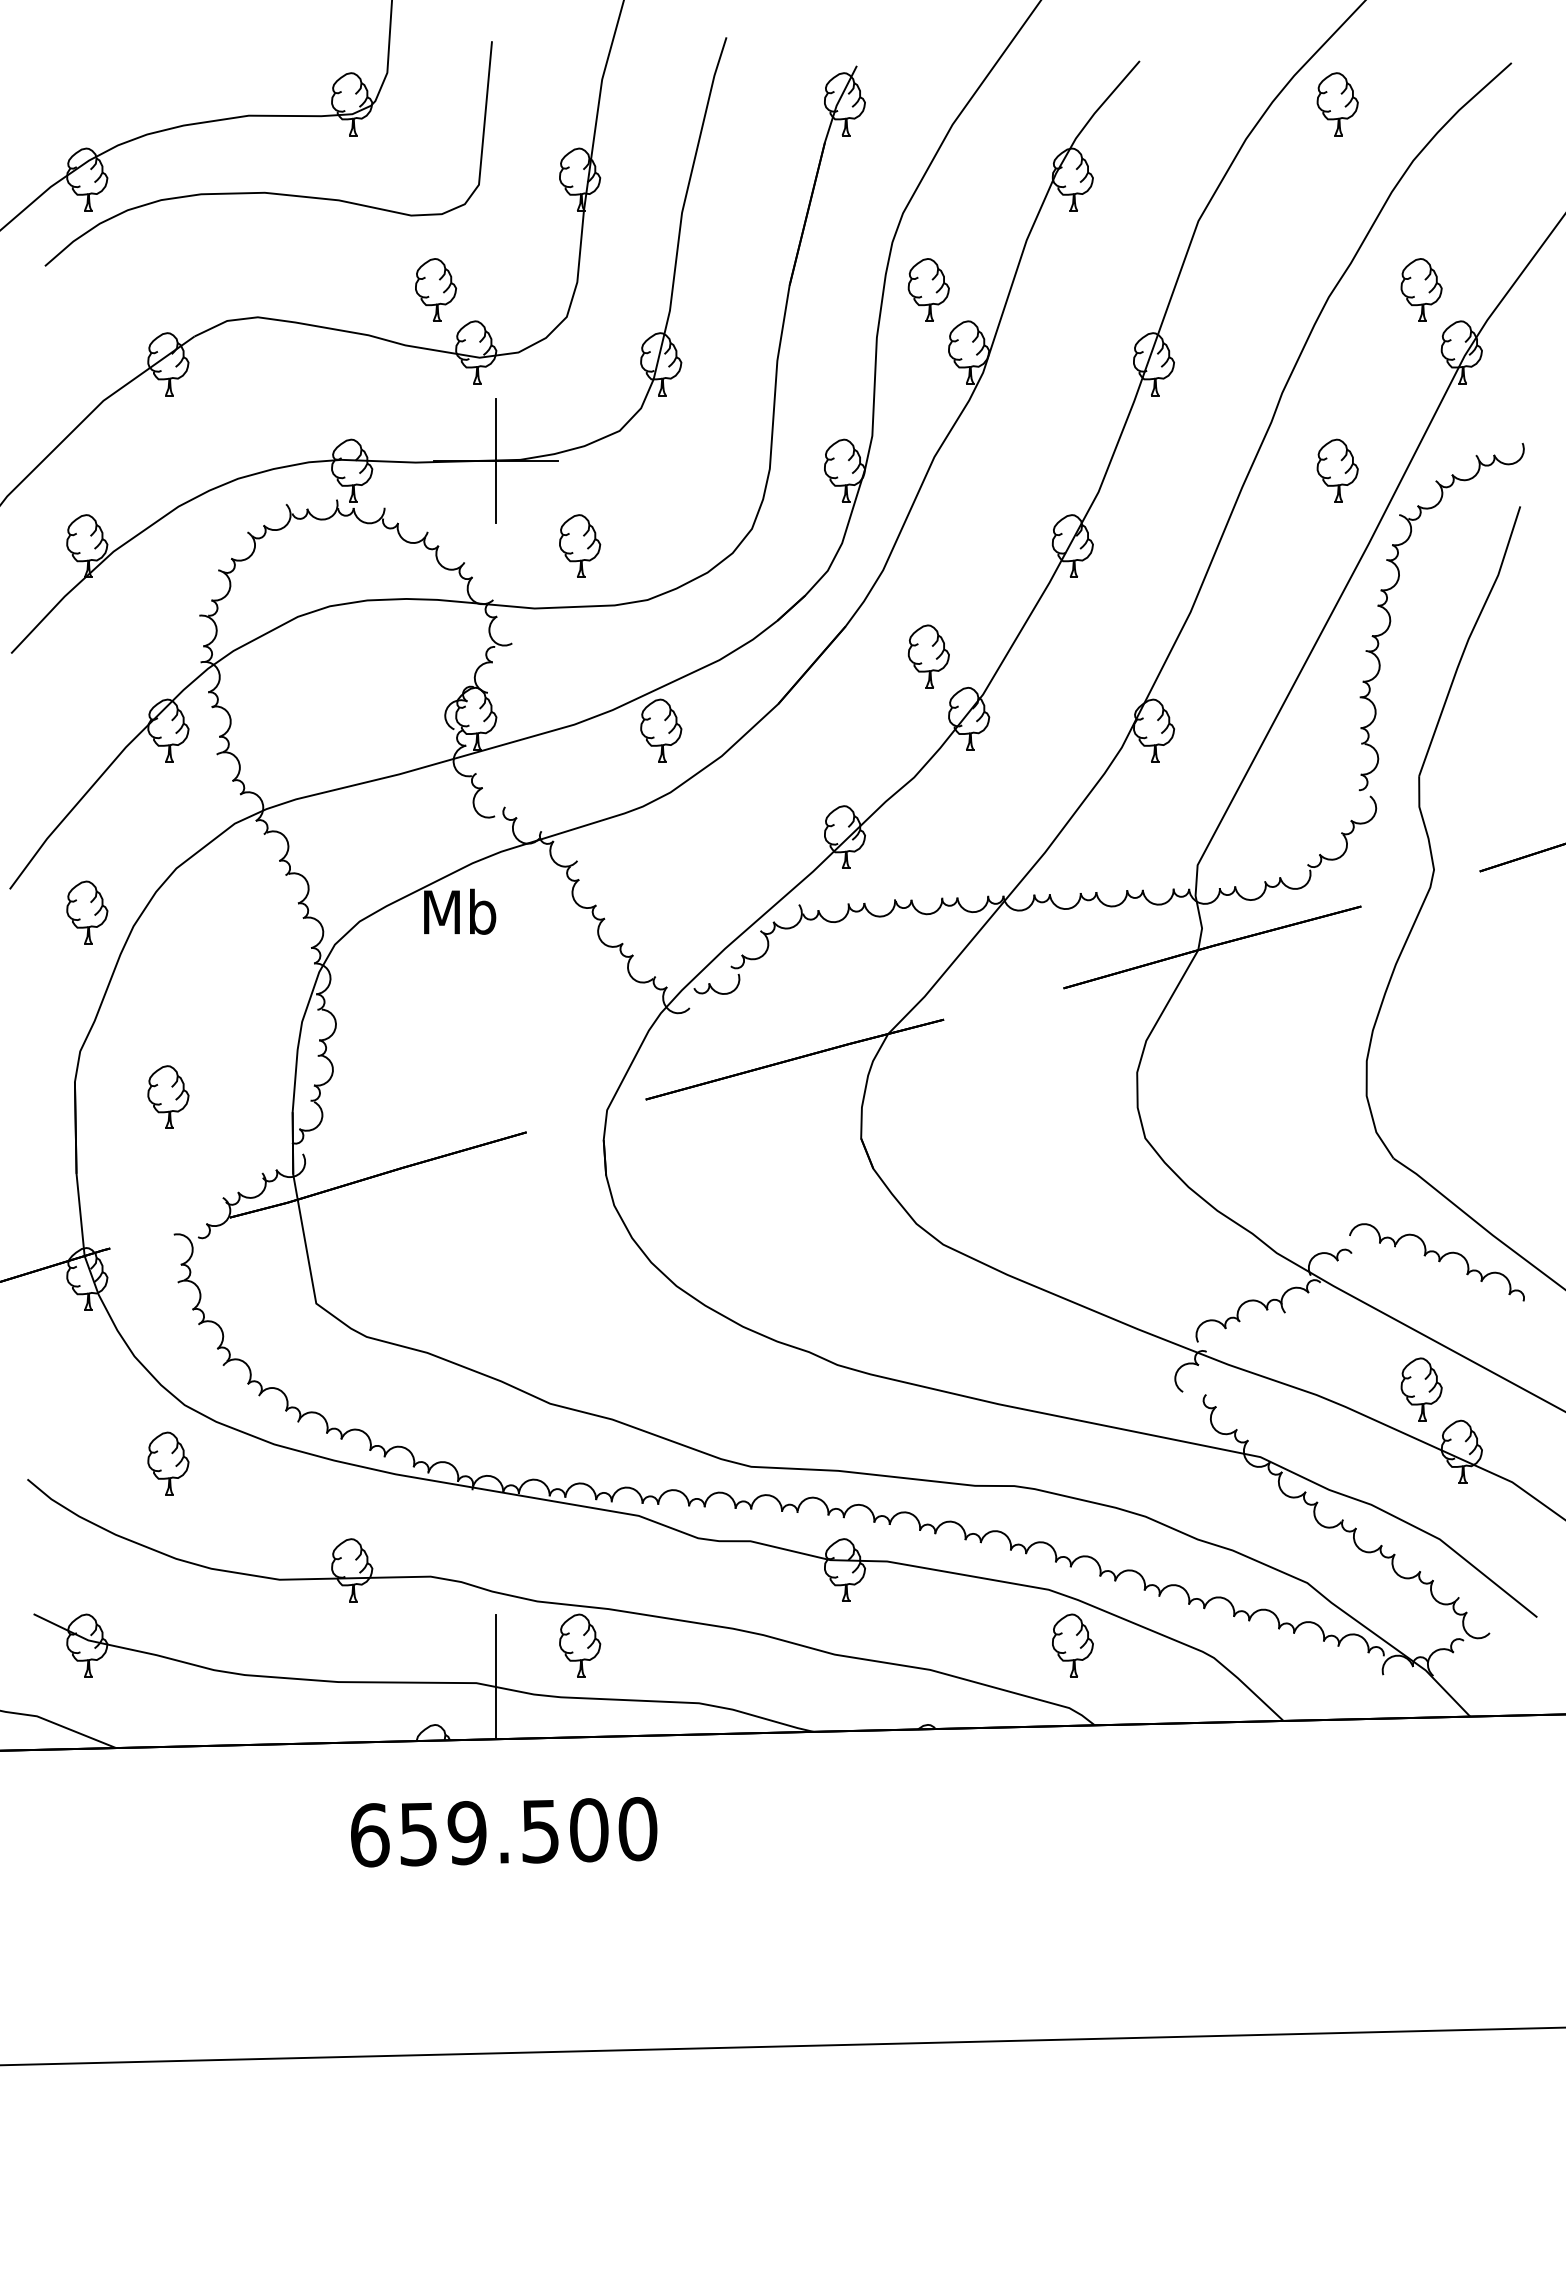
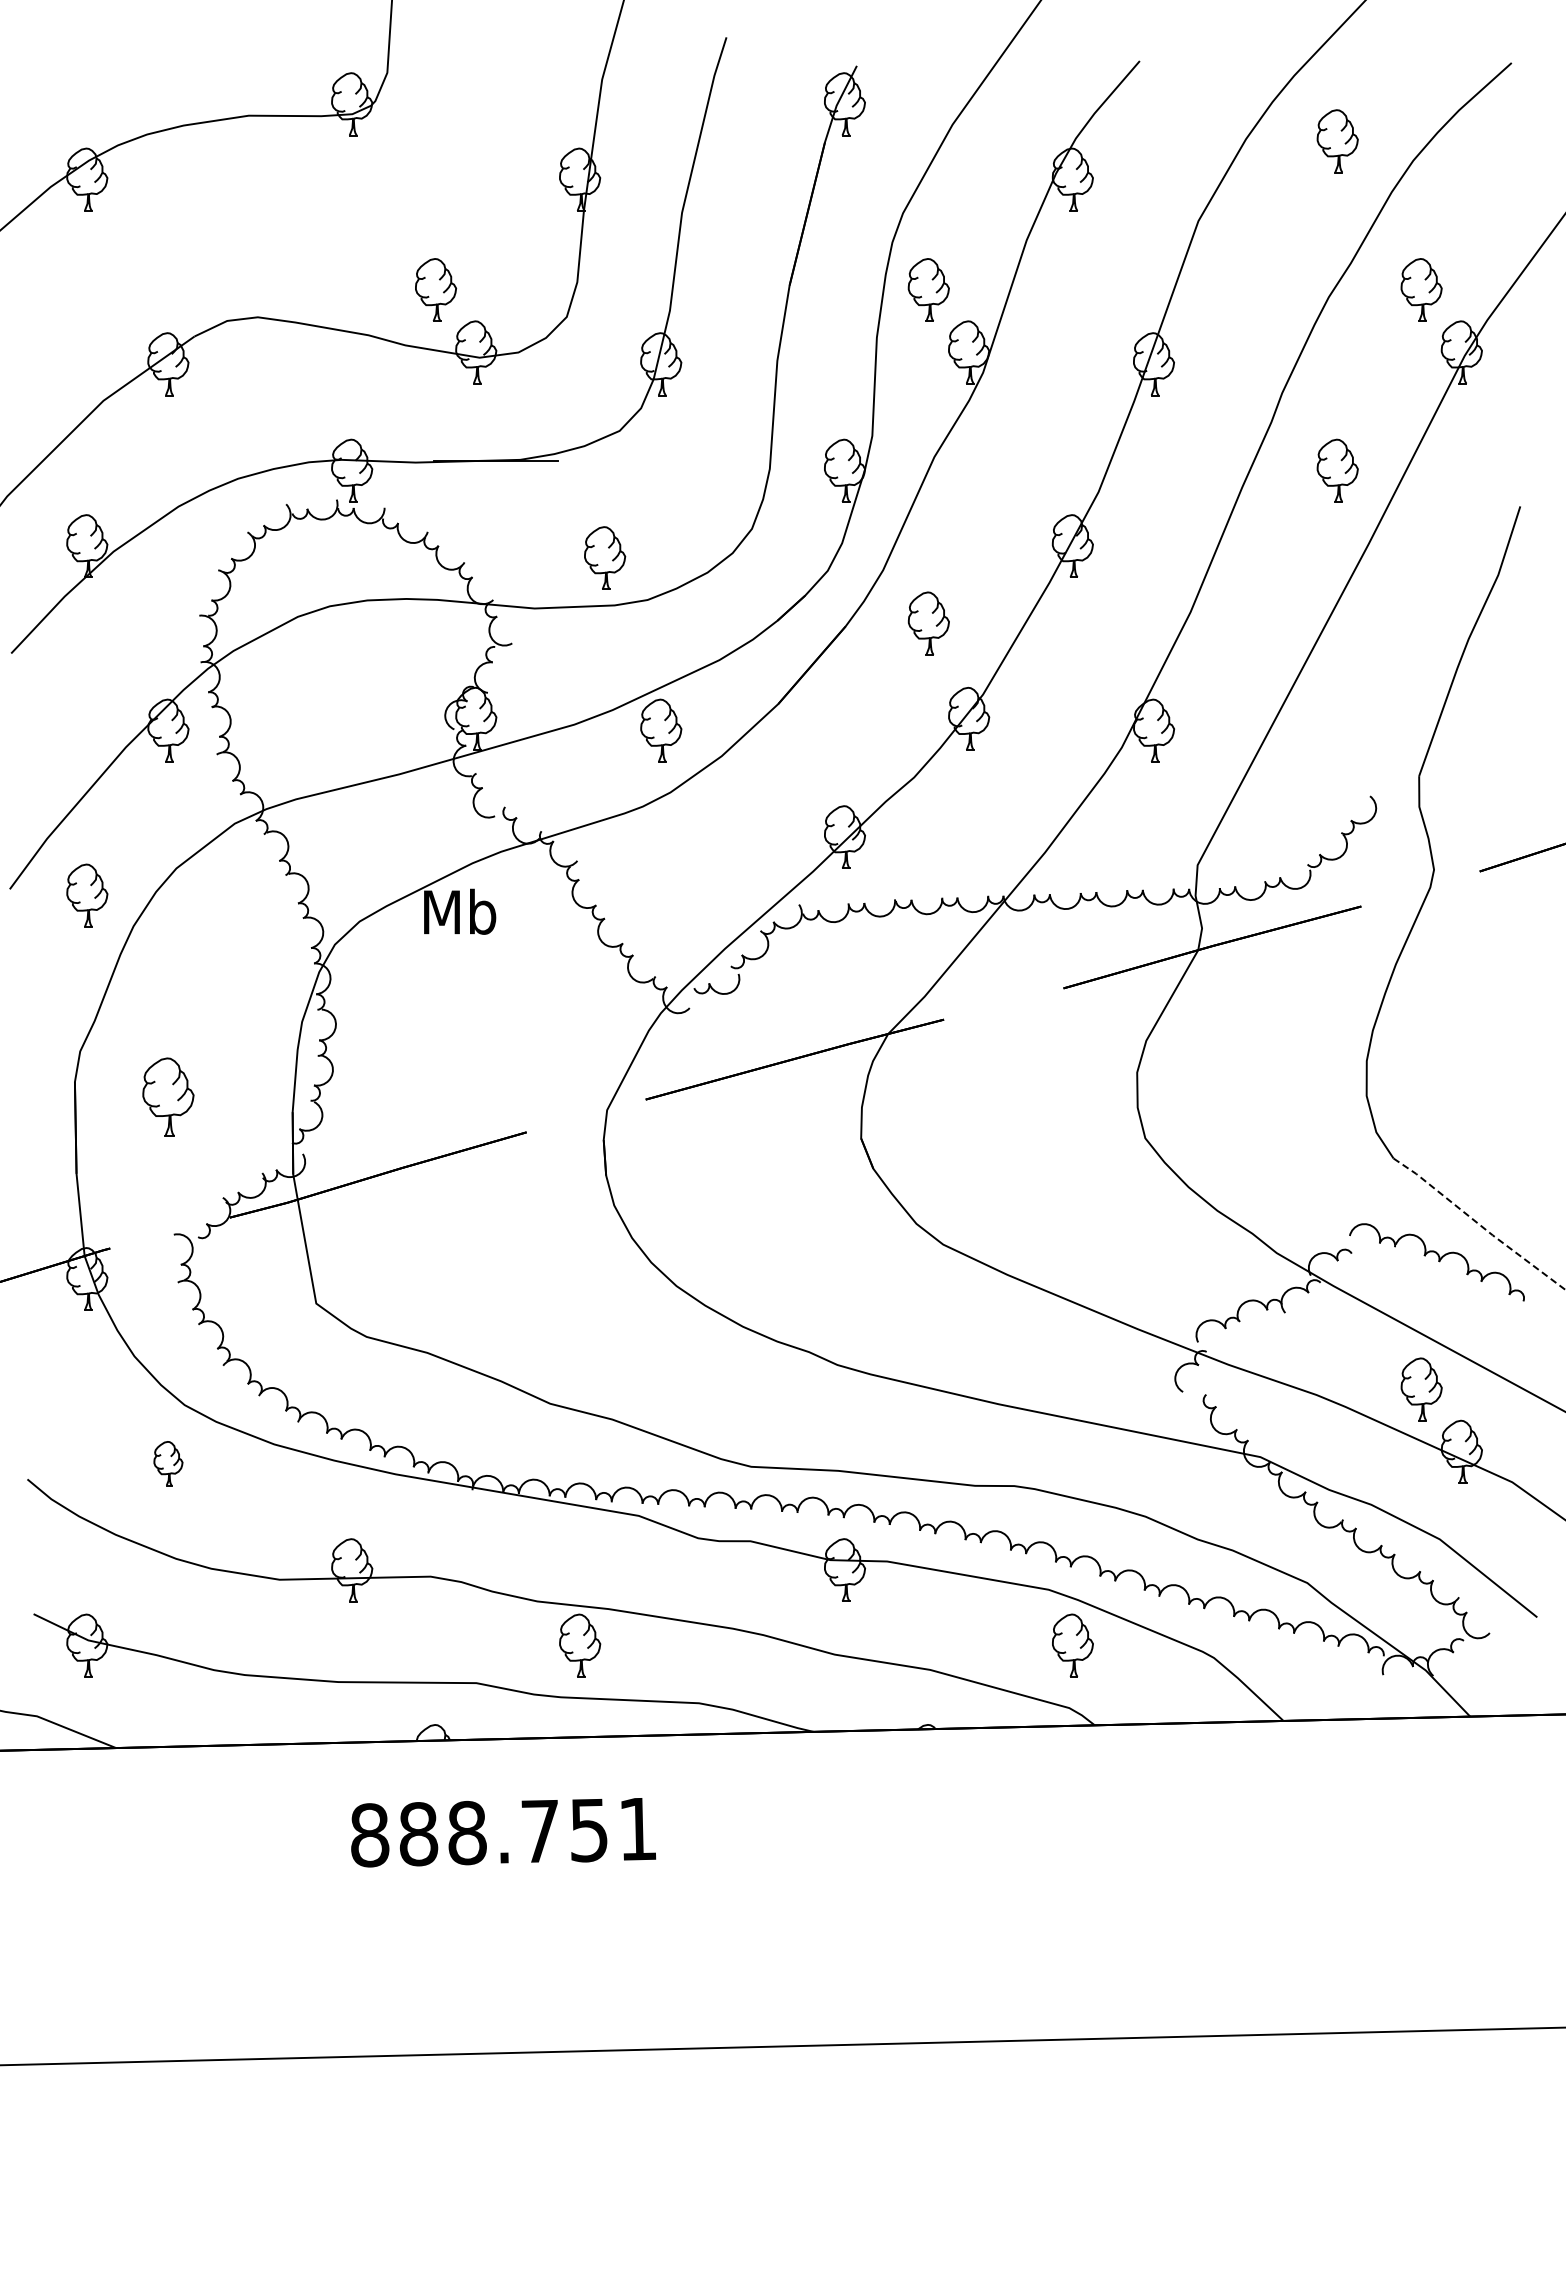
part at (1337, 104) position: (1337, 104) -> (1337, 141)
curve at (264, 191): present -> none
line at (496, 460): present -> none
part at (580, 545) position: (580, 545) -> (605, 557)
part at (1391, 619): present -> none
part at (928, 656) position: (928, 656) -> (928, 623)
part at (87, 912) position: (87, 912) -> (87, 895)
part at (168, 1096) size: 43x64 px -> 53x80 px
line at (1479, 1224): solid -> dashed
part at (168, 1463) size: 43x65 px -> 31x46 px
line at (496, 1676): present -> none
text at (504, 1832): 659.500 -> 888.751
